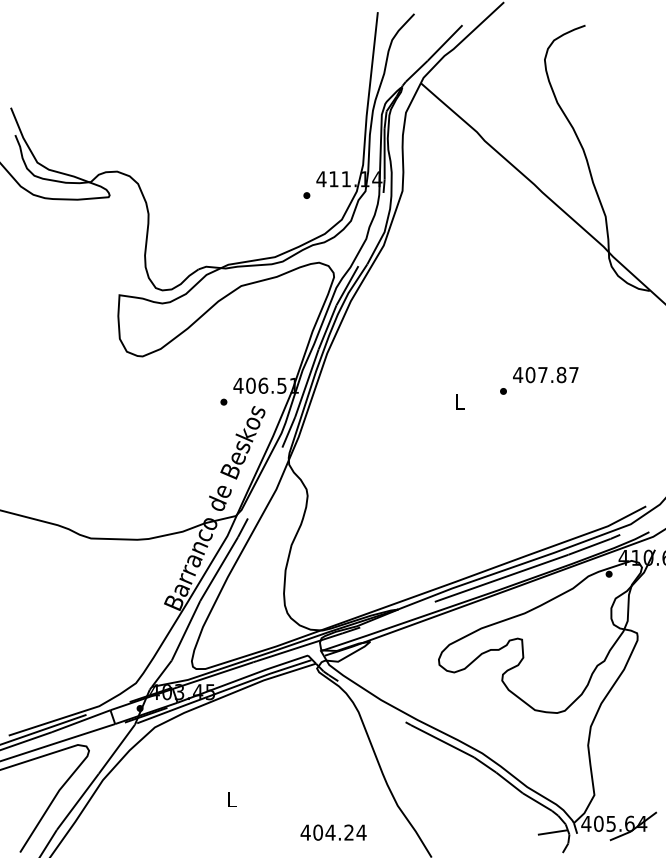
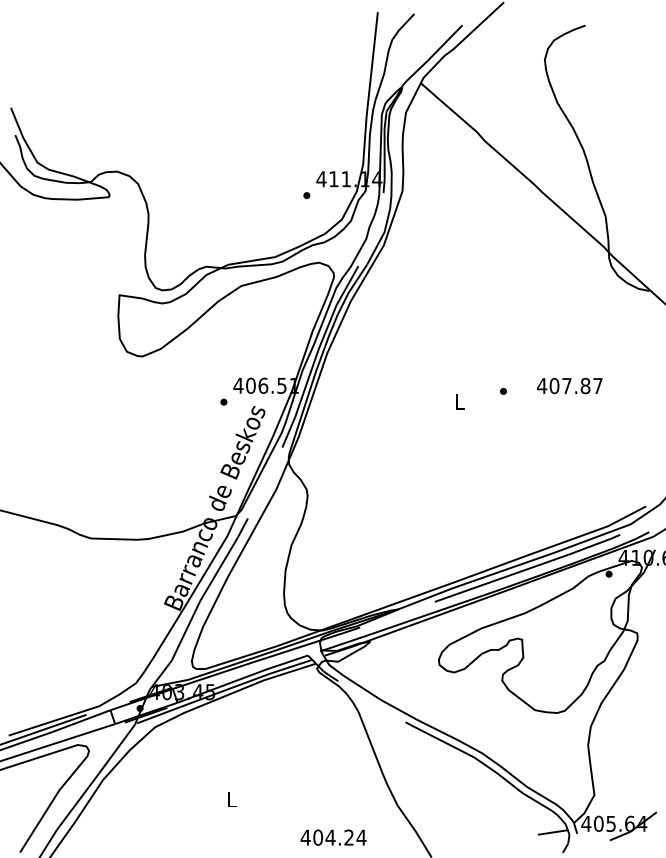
text at (545, 375) position: (545, 375) -> (569, 386)
text at (333, 832) position: (333, 832) -> (333, 837)
